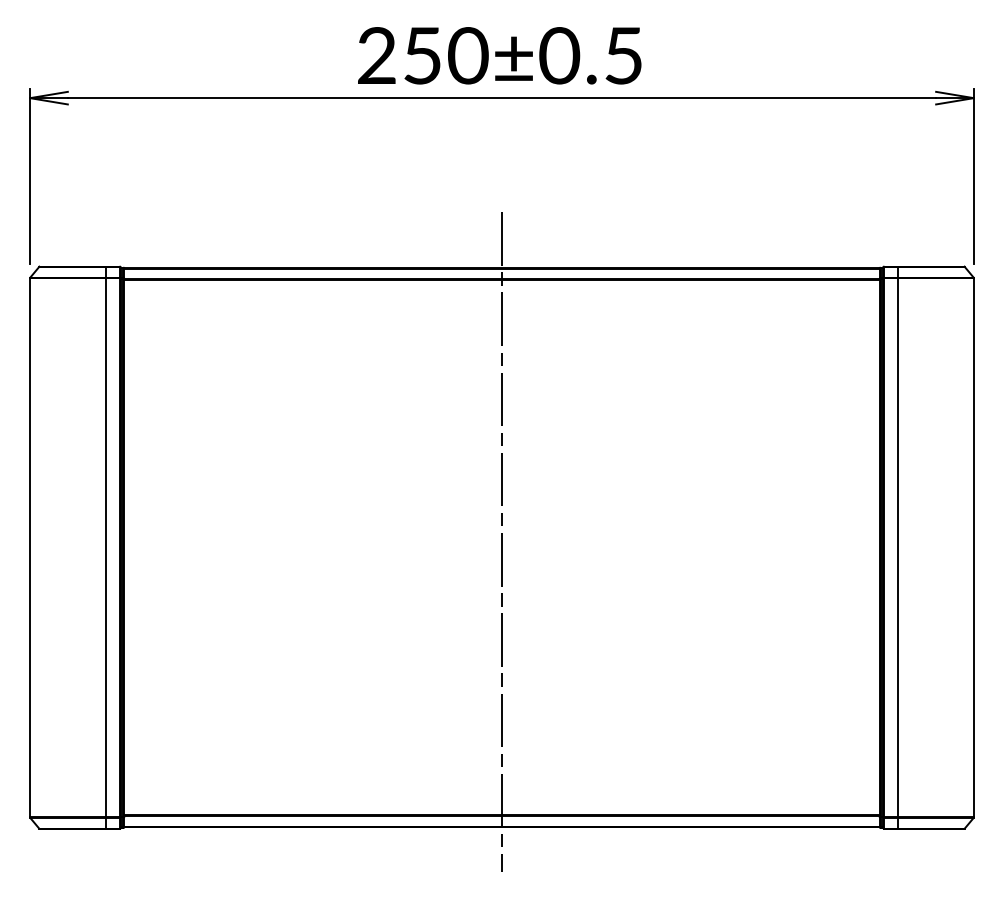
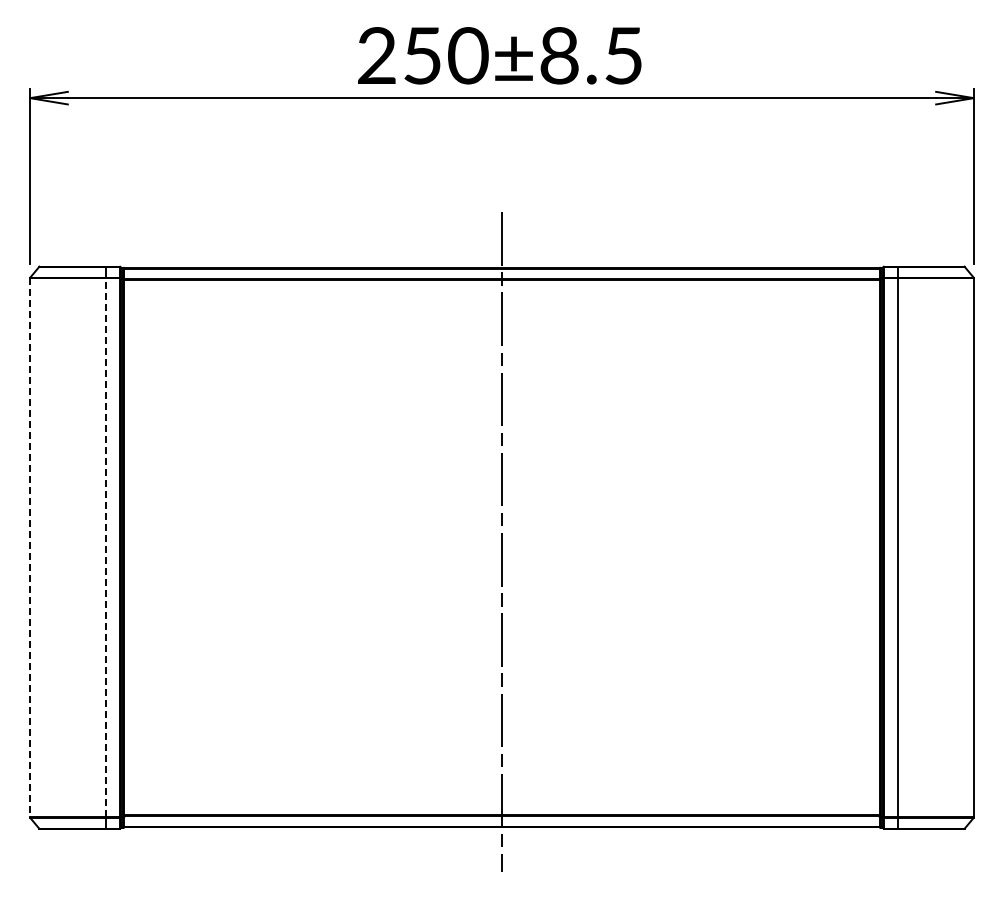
text at (559, 55): 250±0.5 -> 250±8.5
line at (30, 547): solid -> dashed
line at (105, 547): solid -> dashed
